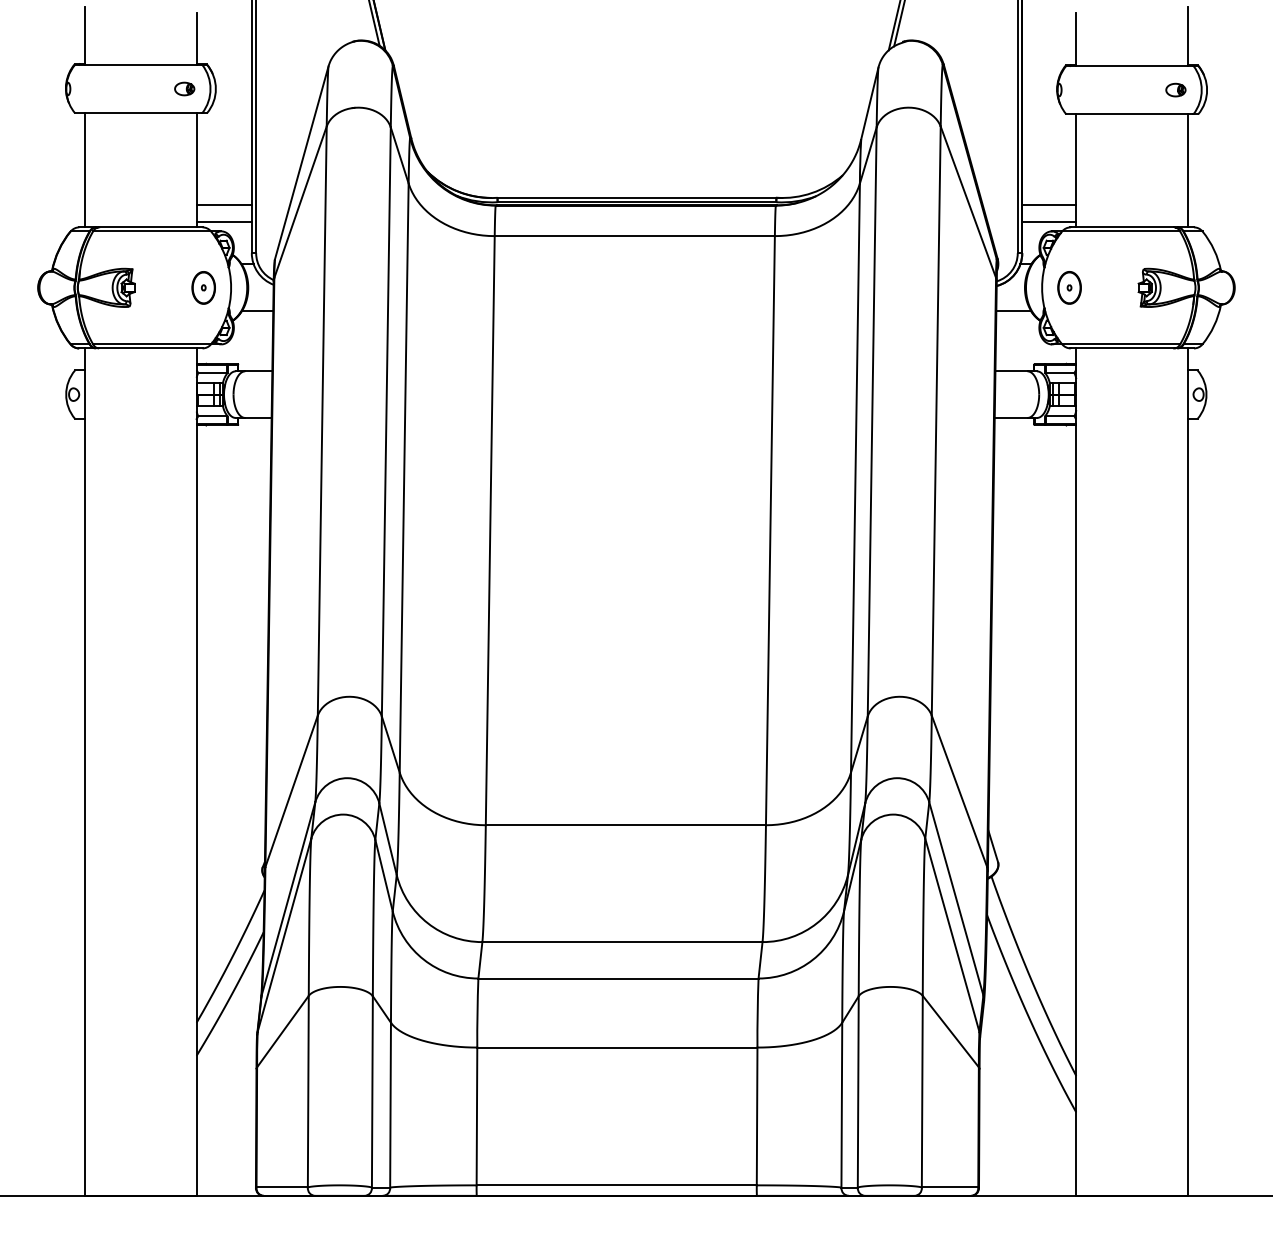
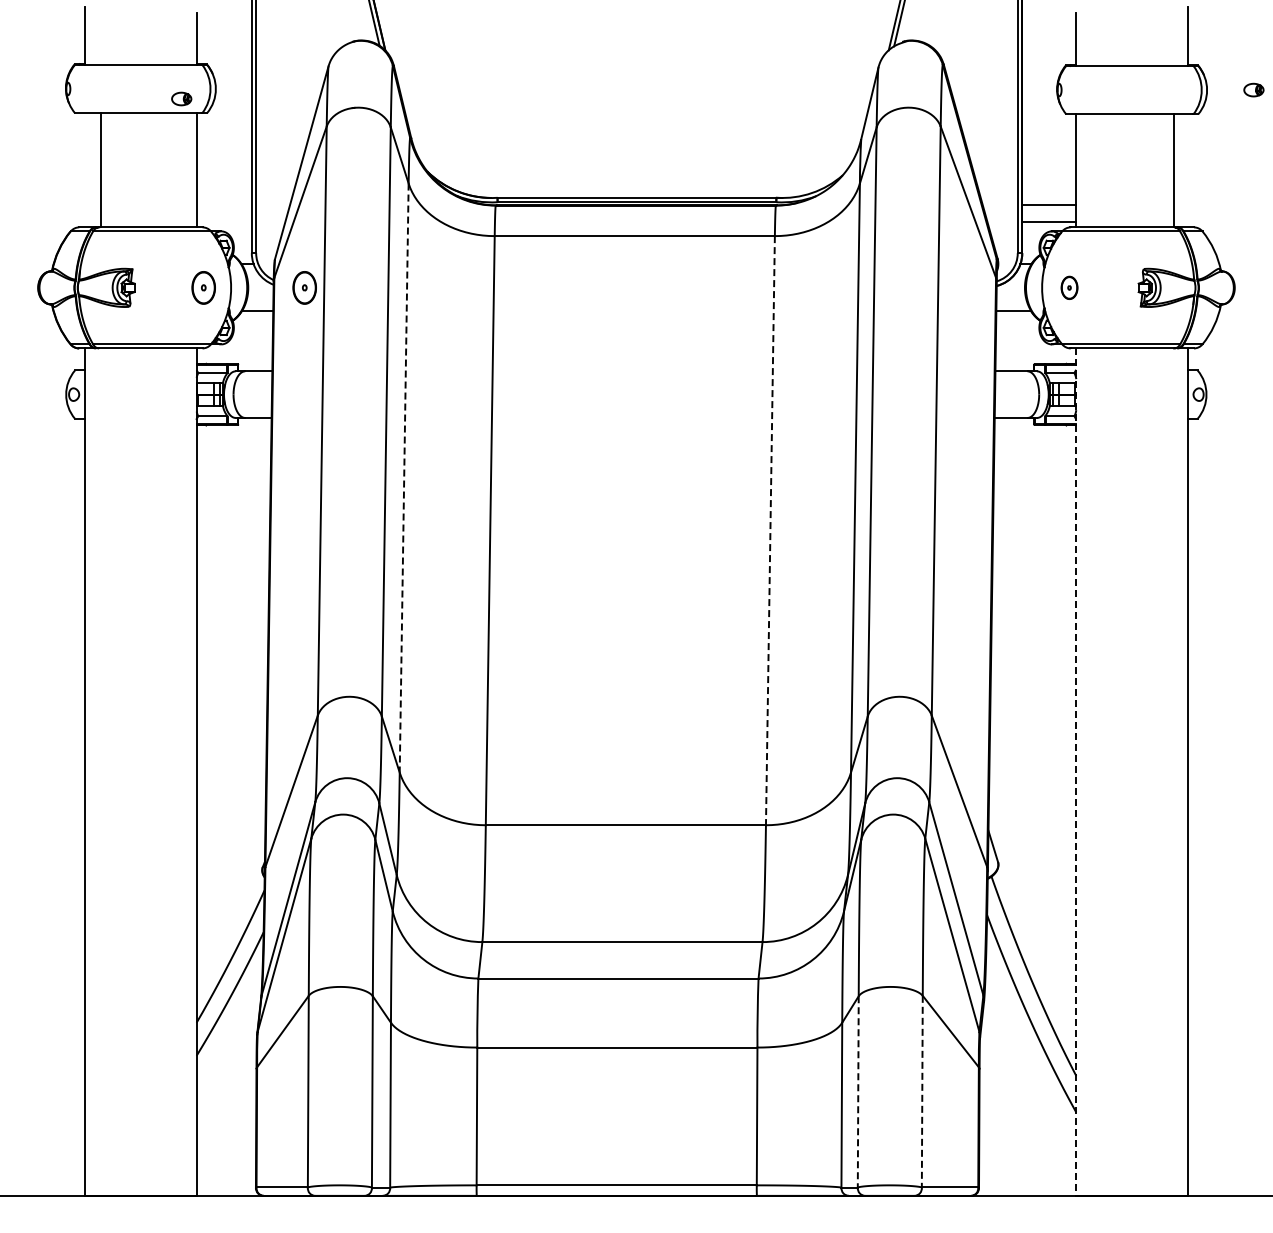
part at (184, 88) position: (184, 88) -> (181, 98)
part at (1175, 89) position: (1175, 89) -> (1253, 89)
line at (84, 170) position: (84, 170) -> (100, 170)
line at (1188, 170) position: (1188, 170) -> (1174, 170)
line at (223, 205): present -> none
line at (223, 221): present -> none
part at (304, 287): none -> present
part at (1069, 287) size: 25x34 px -> 19x25 px
line at (404, 478): solid -> dashed
line at (770, 530): solid -> dashed
line at (1076, 772): solid -> dashed
line at (858, 1091): solid -> dashed
line at (922, 1091): solid -> dashed
